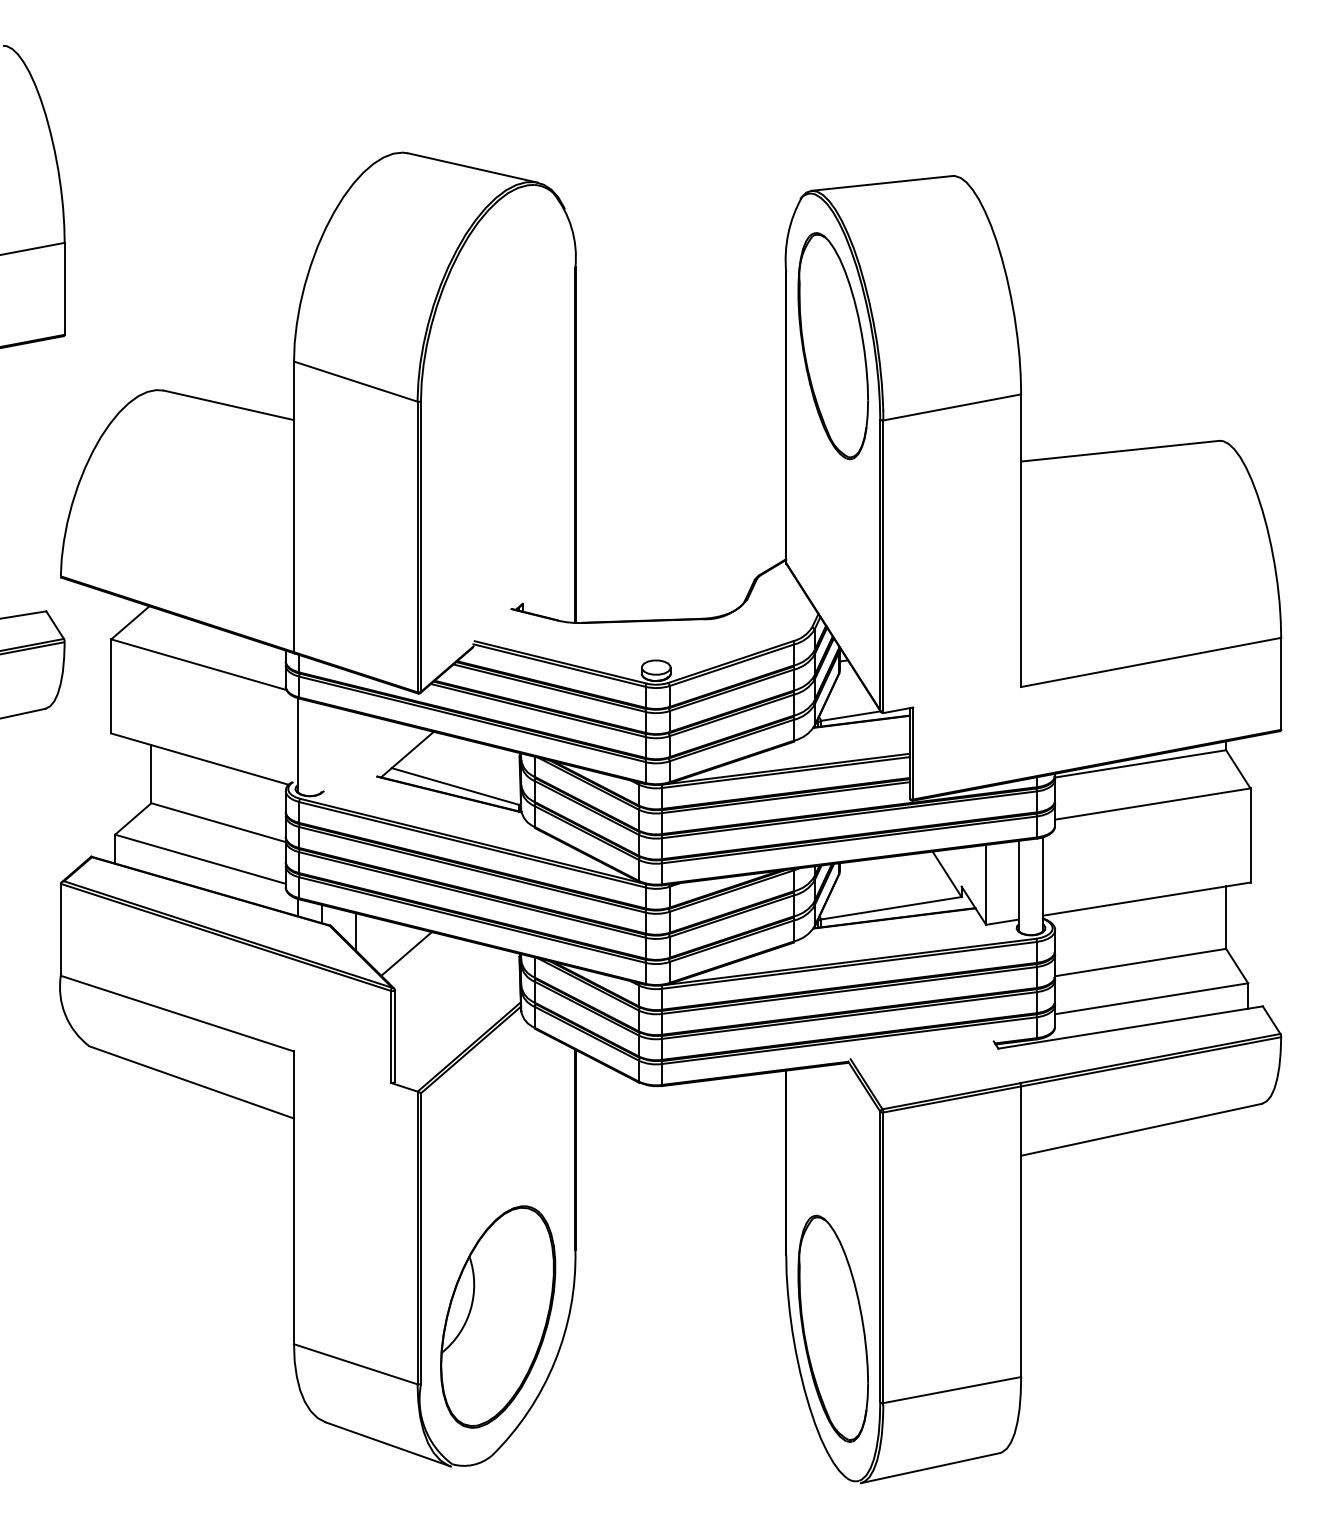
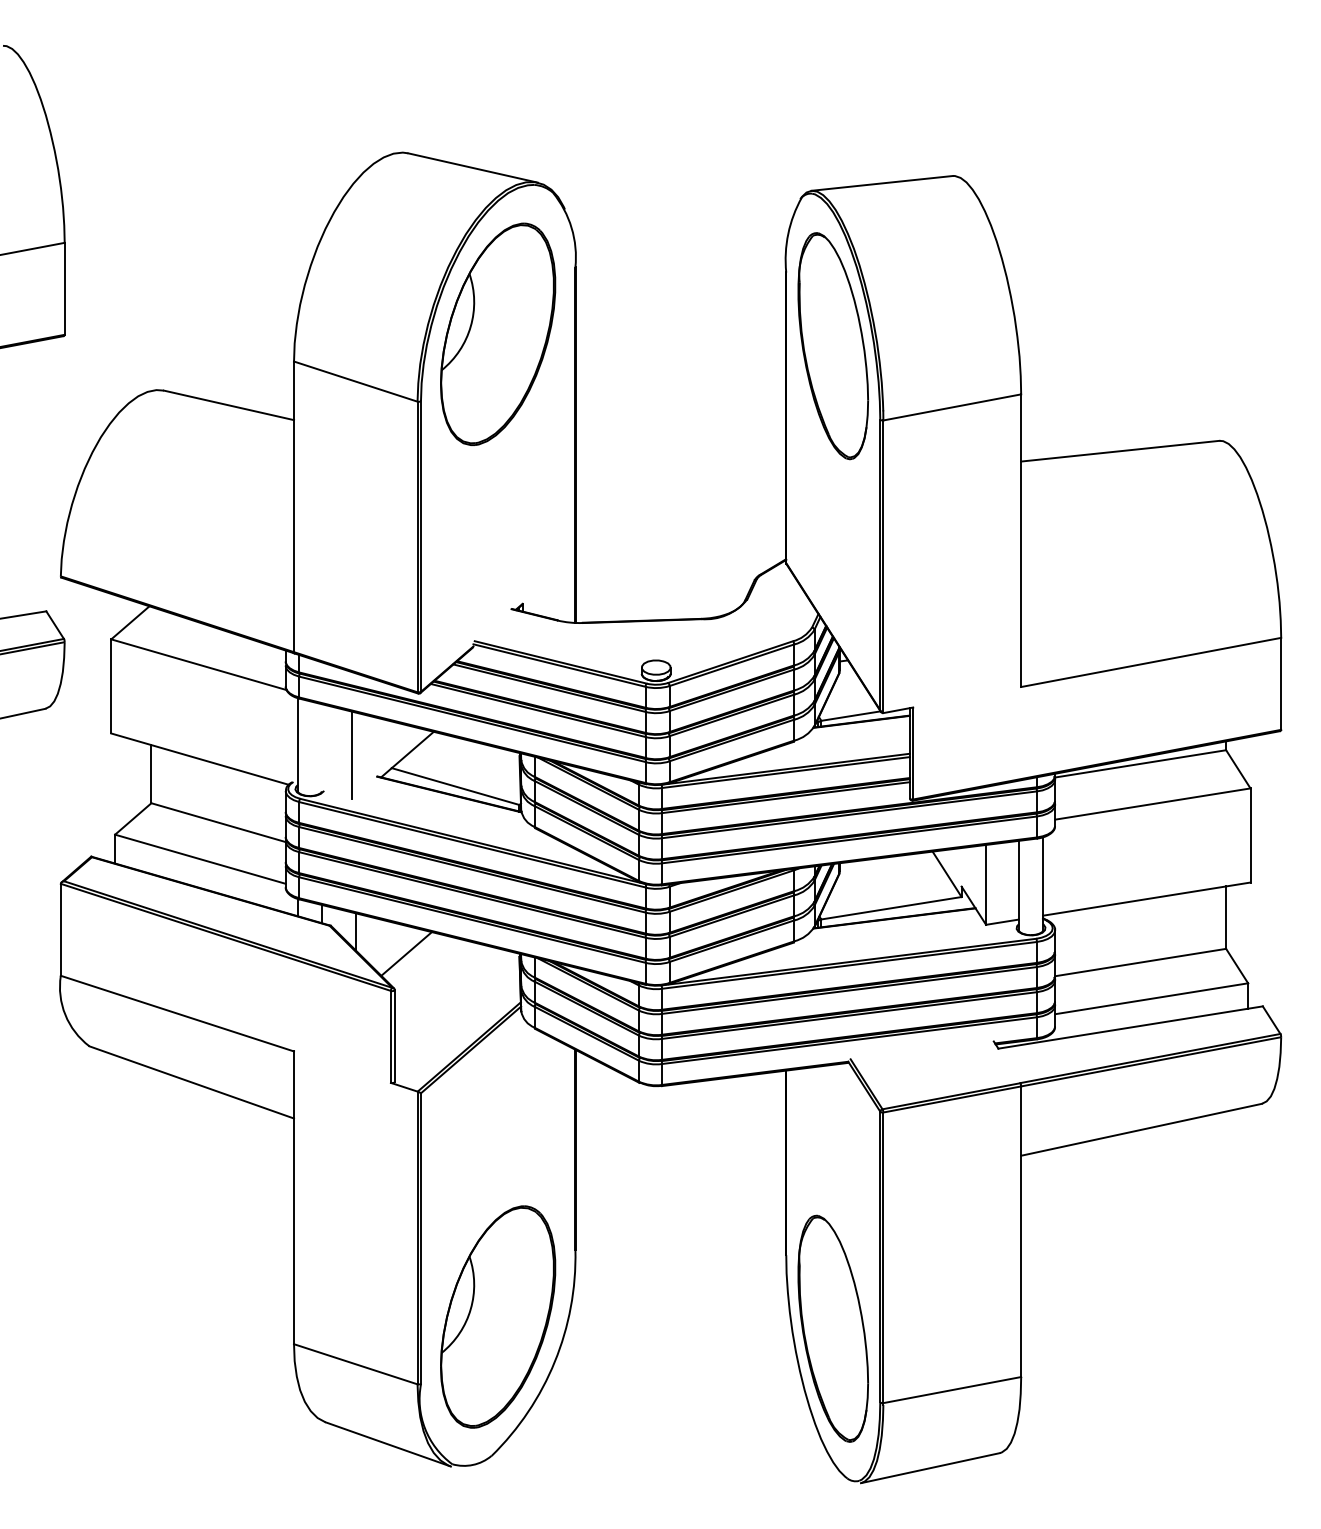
part at (498, 333): none -> present
line at (351, 754): none -> present
